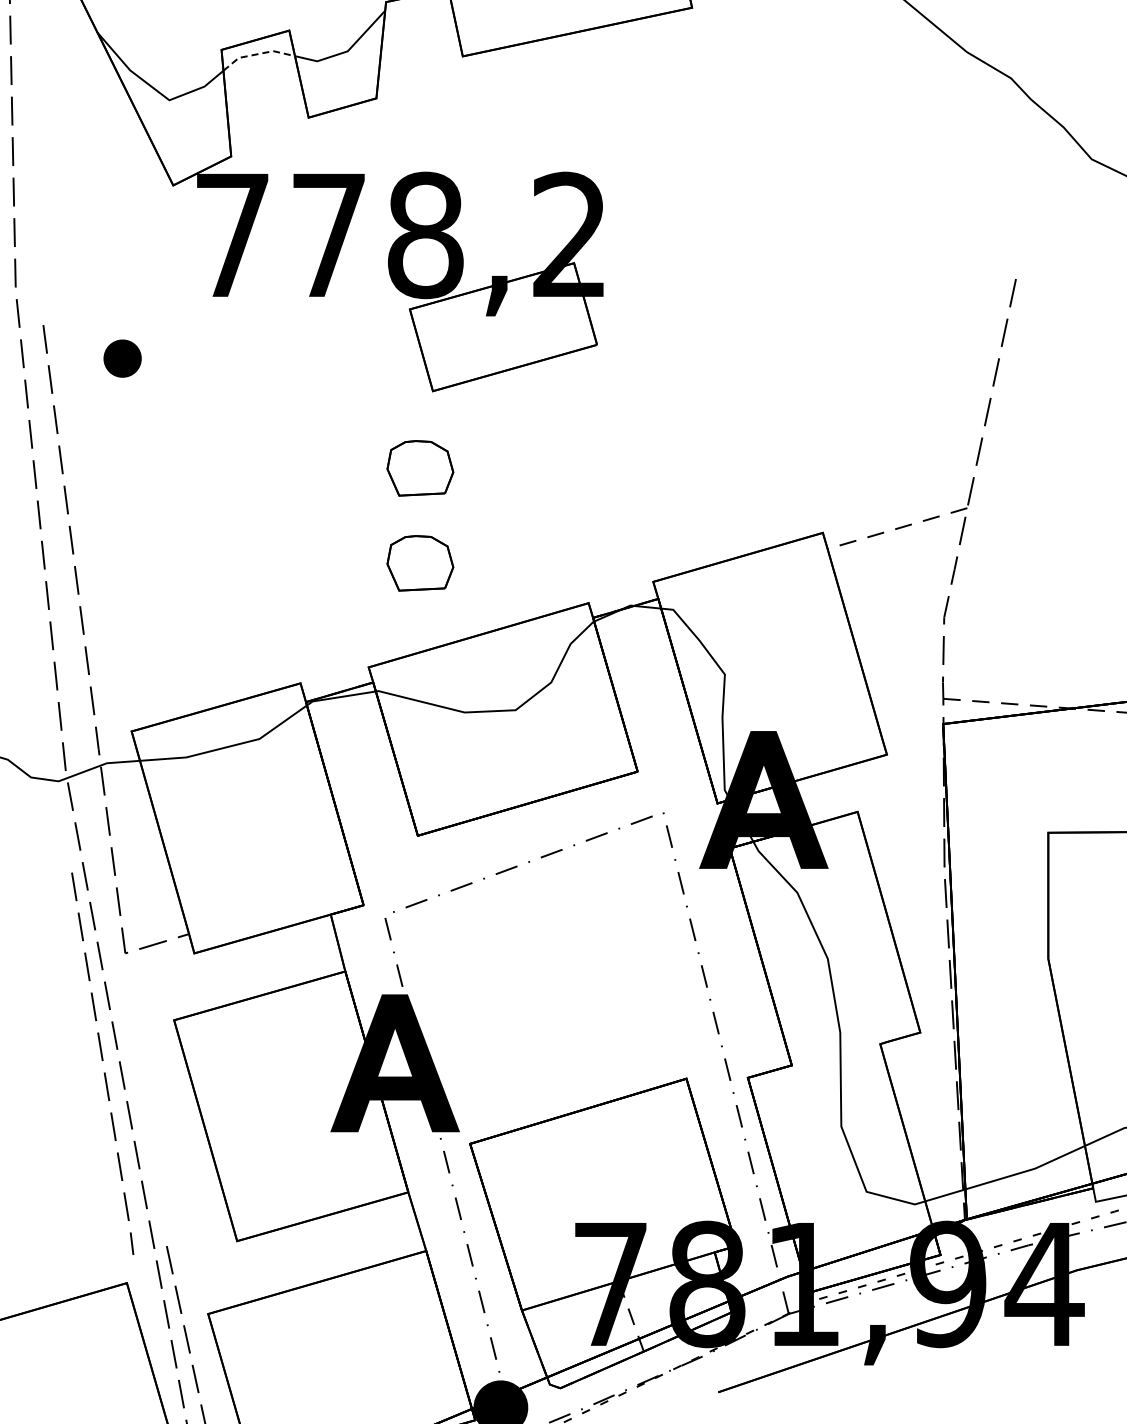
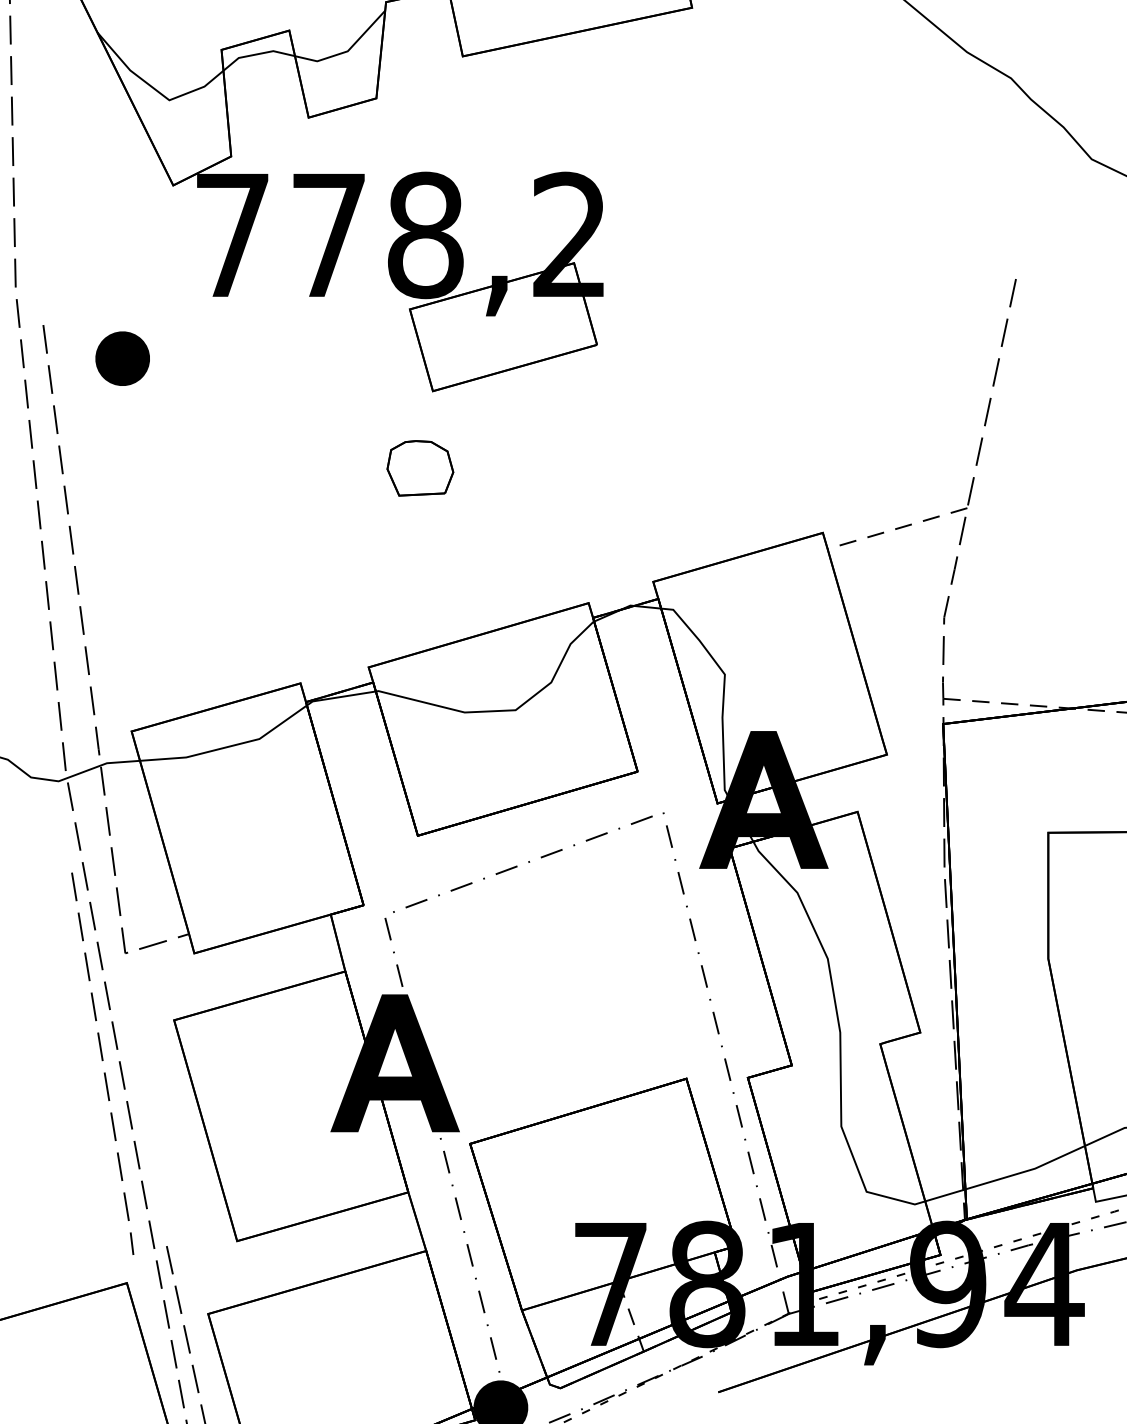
line at (257, 54): dashed -> solid
part at (122, 358) size: 39x39 px -> 55x55 px
part at (420, 563): present -> none
